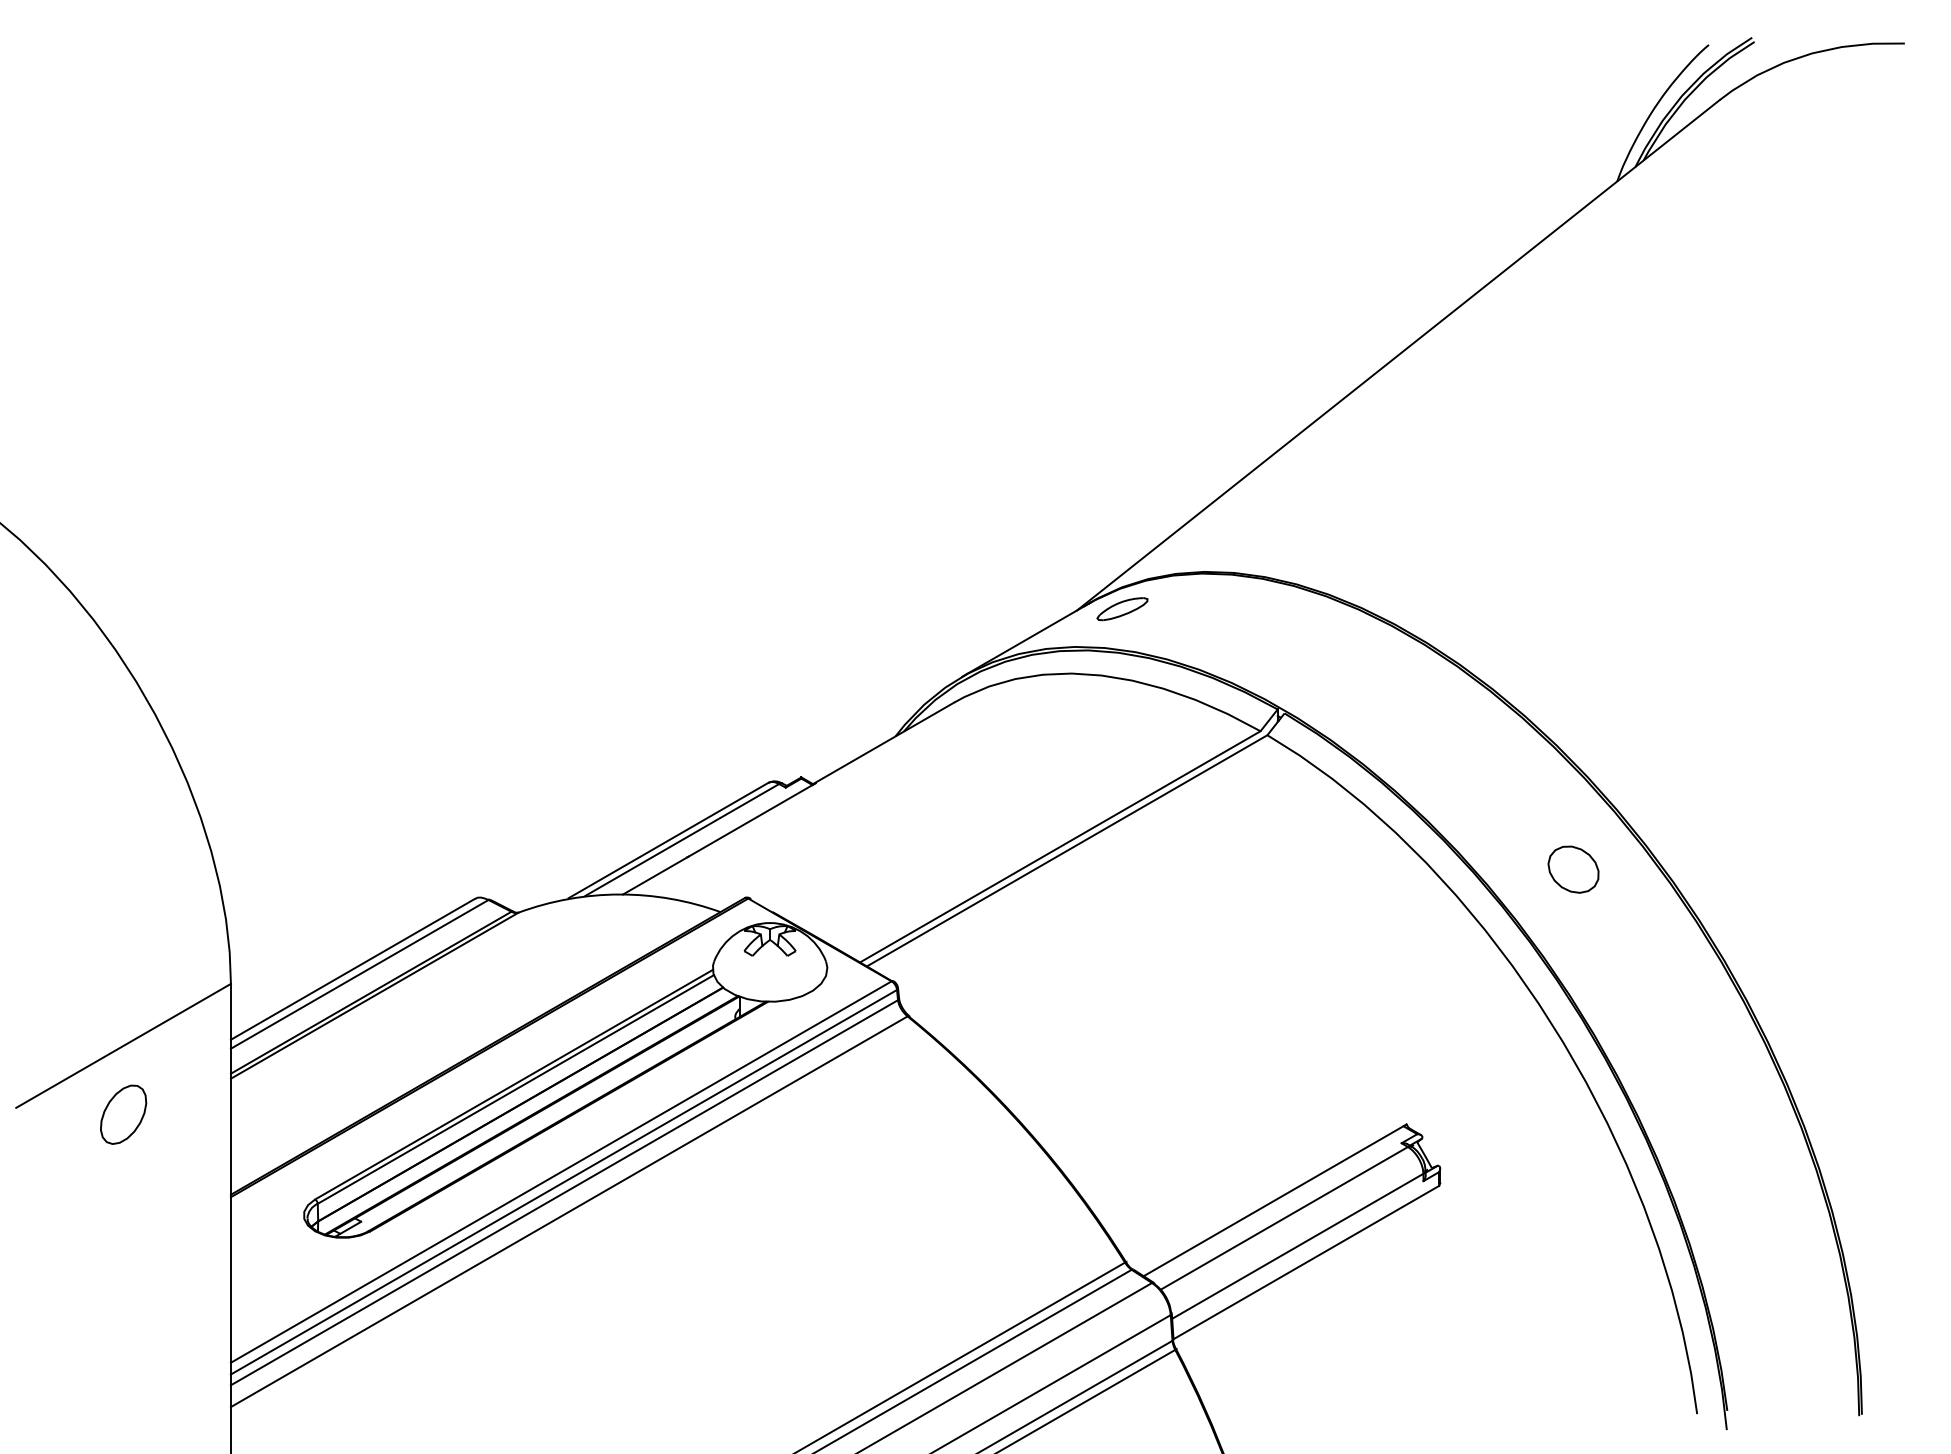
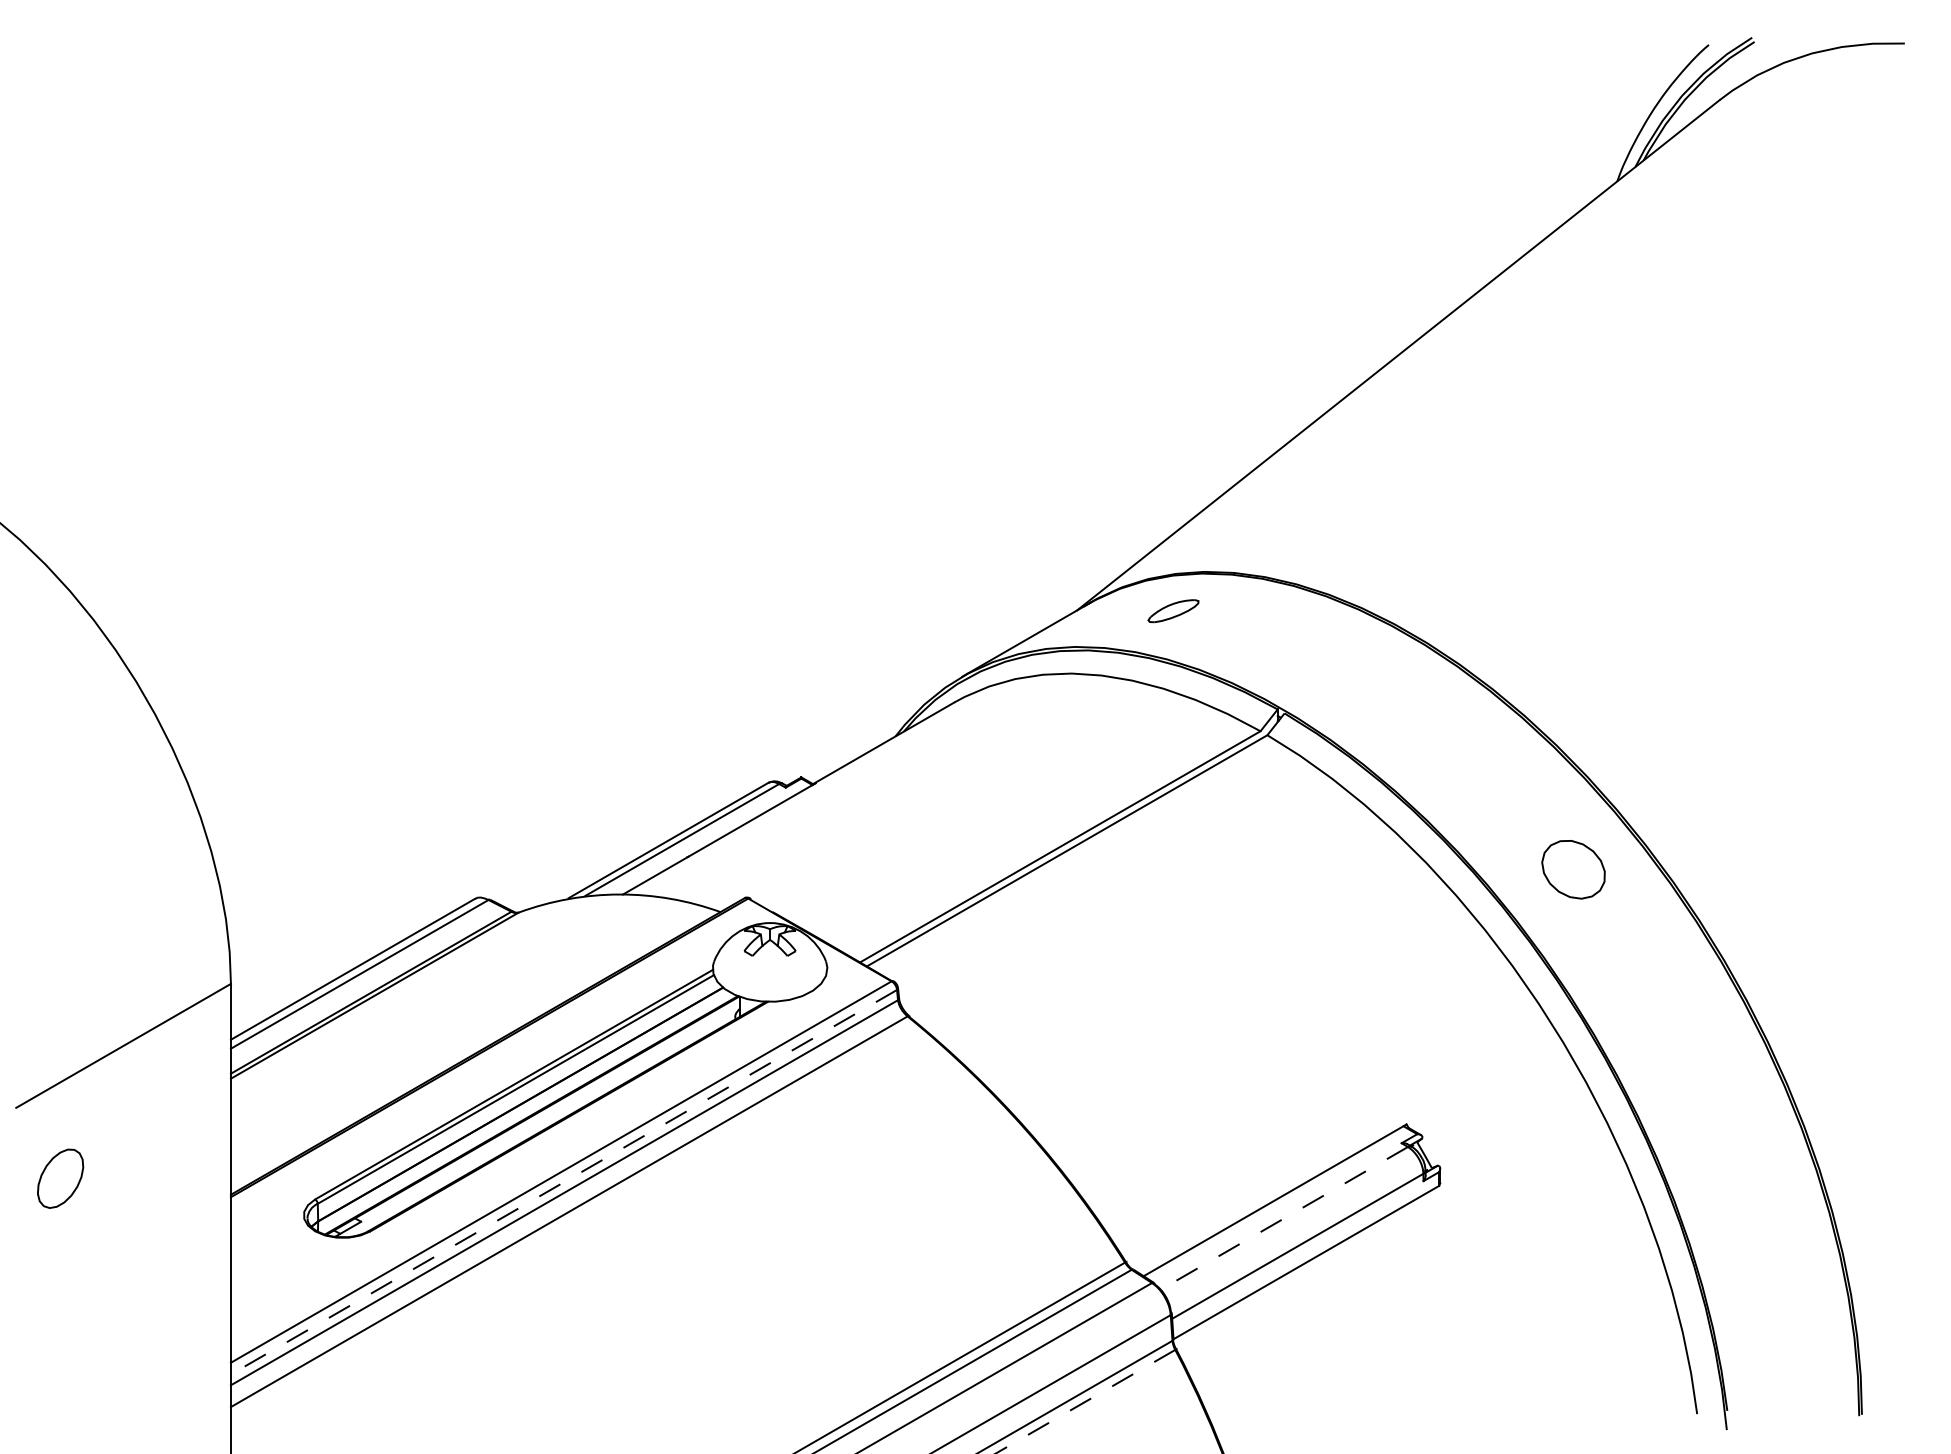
part at (1122, 609) position: (1122, 609) -> (1173, 611)
part at (1573, 869) size: 53x49 px -> 65x60 px
part at (123, 1114) position: (123, 1114) -> (60, 1178)
line at (563, 1182): solid -> dashed
line at (1284, 1218): solid -> dashed
line at (1085, 1401): solid -> dashed
